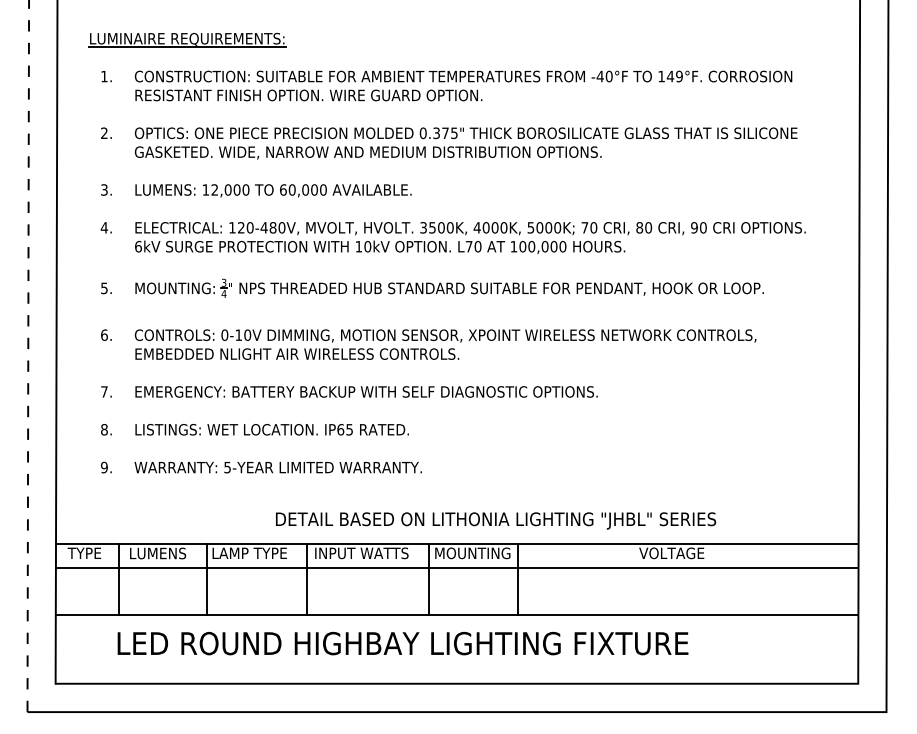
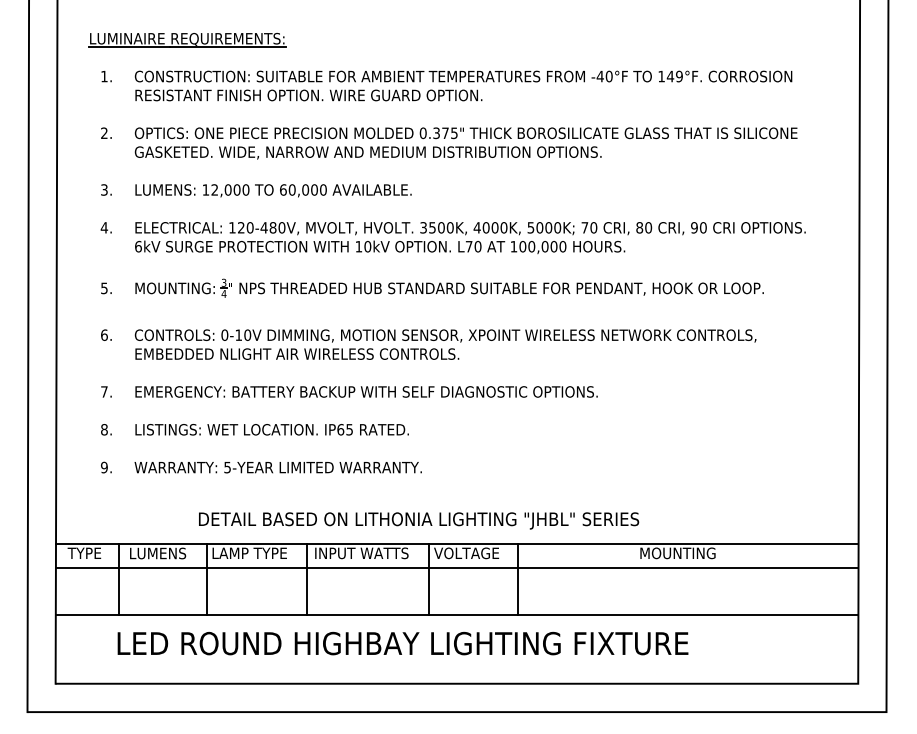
line at (28, 356): dashed -> solid
text at (496, 520) position: (496, 520) -> (419, 520)
text at (472, 553): MOUNTING -> VOLTAGE
text at (677, 553): VOLTAGE -> MOUNTING
